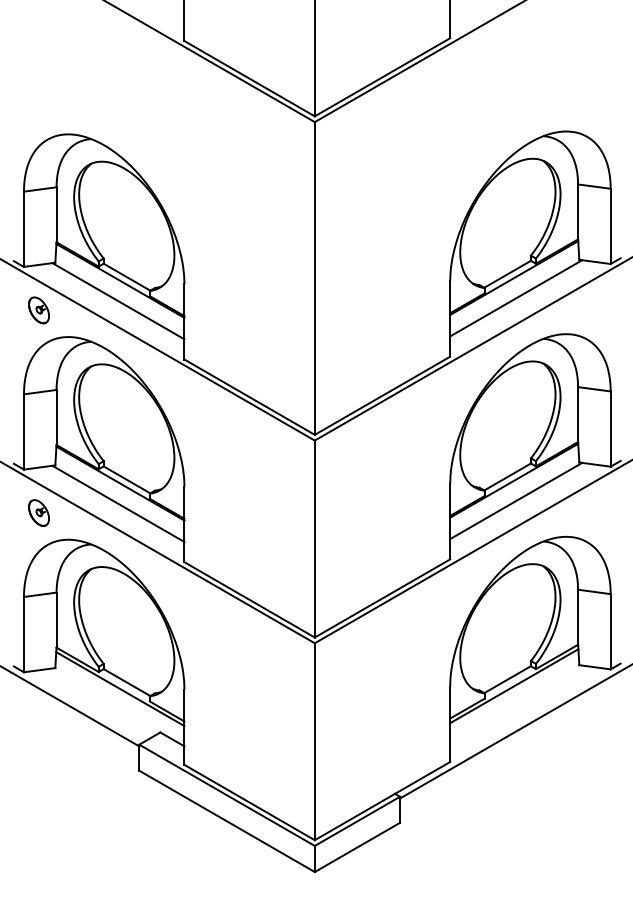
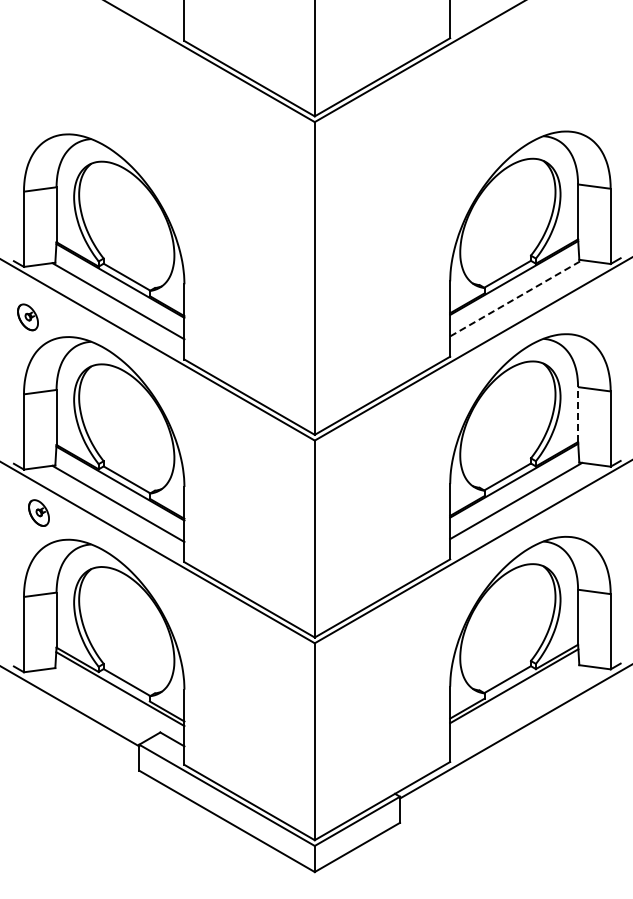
line at (516, 298): solid -> dashed
part at (38, 310) position: (38, 310) -> (27, 317)
line at (578, 414): solid -> dashed
